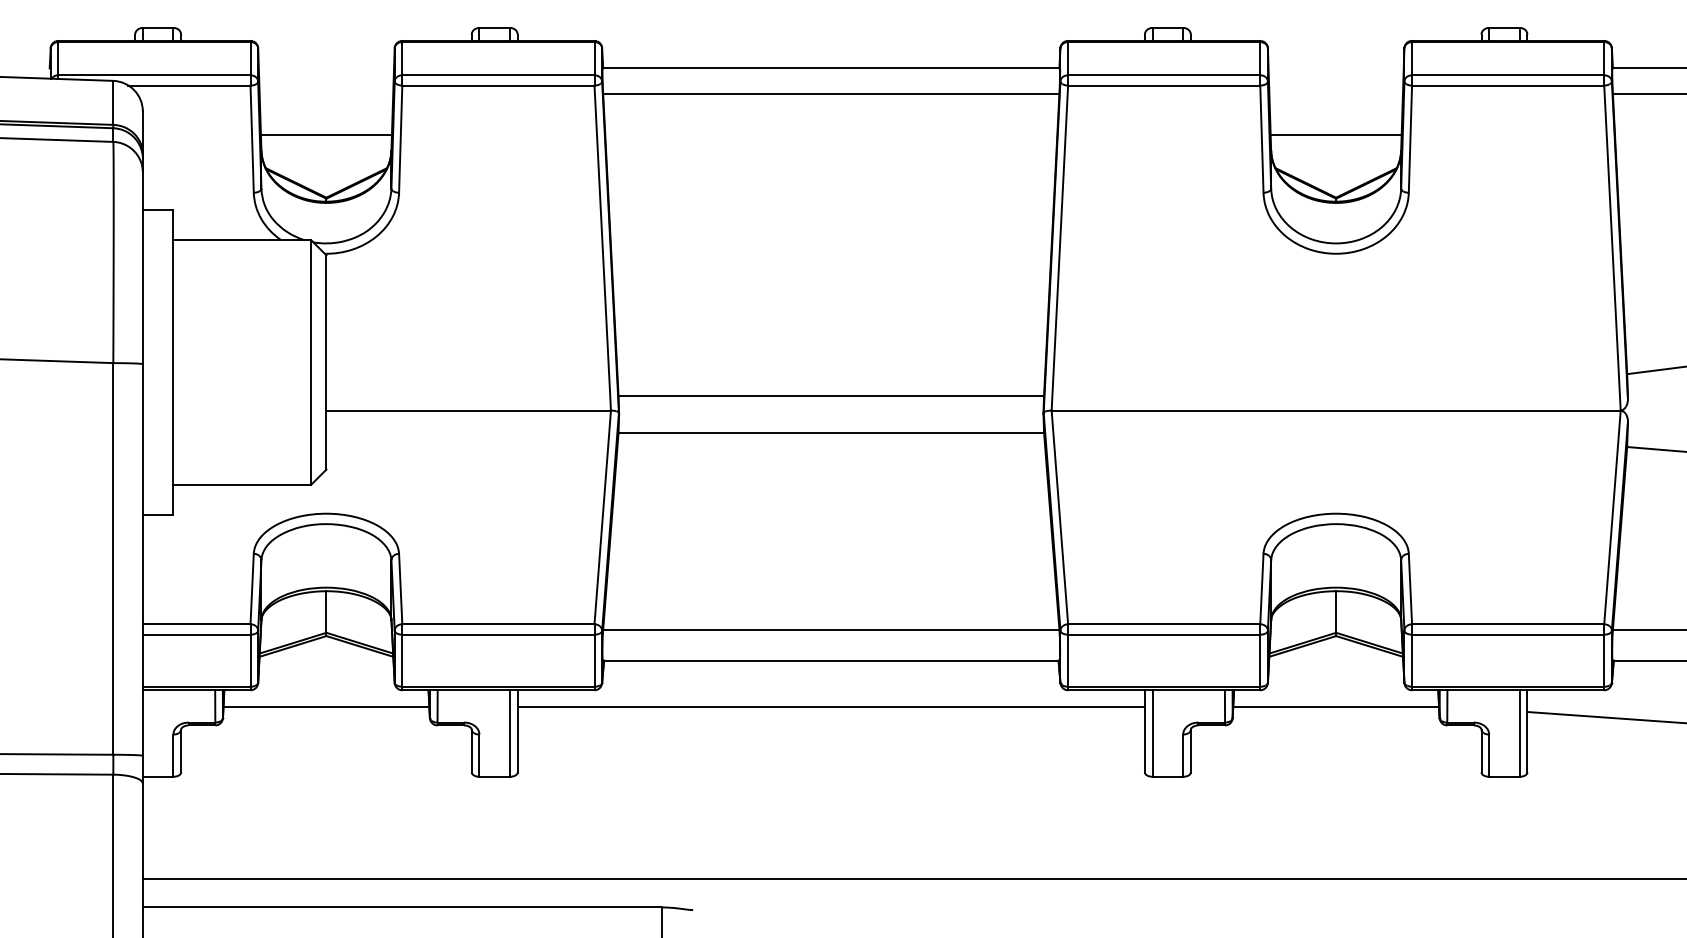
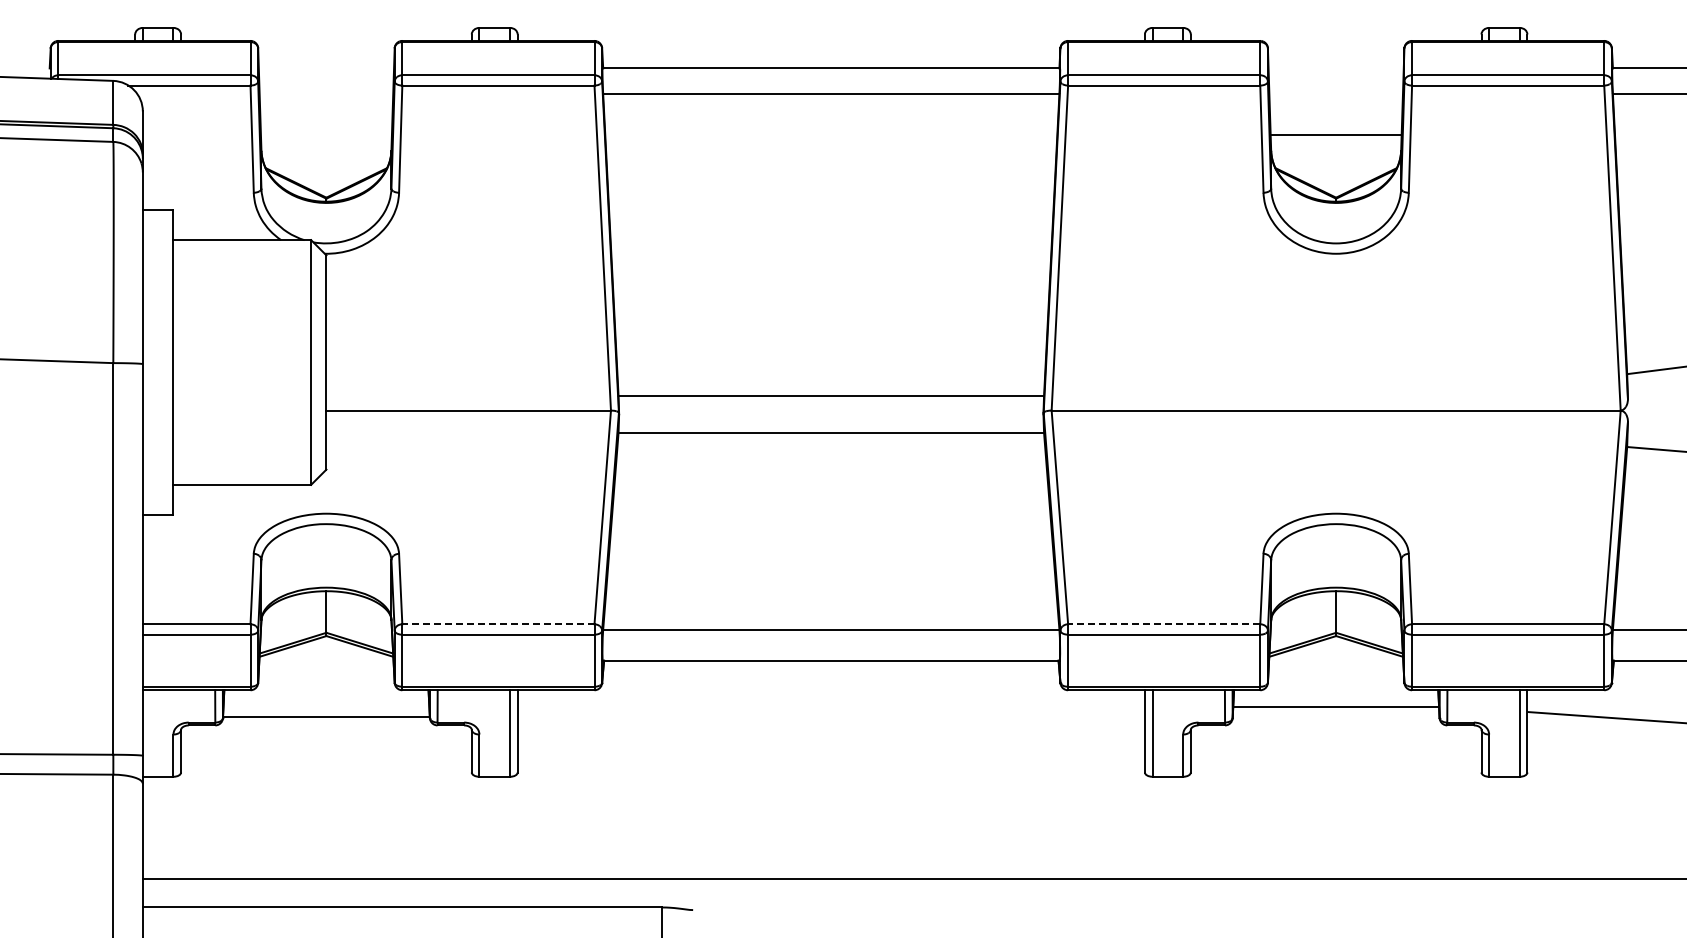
line at (325, 134): present -> none
line at (497, 624): solid -> dashed
line at (1163, 624): solid -> dashed
line at (326, 707) position: (326, 707) -> (326, 717)
line at (830, 707): present -> none
